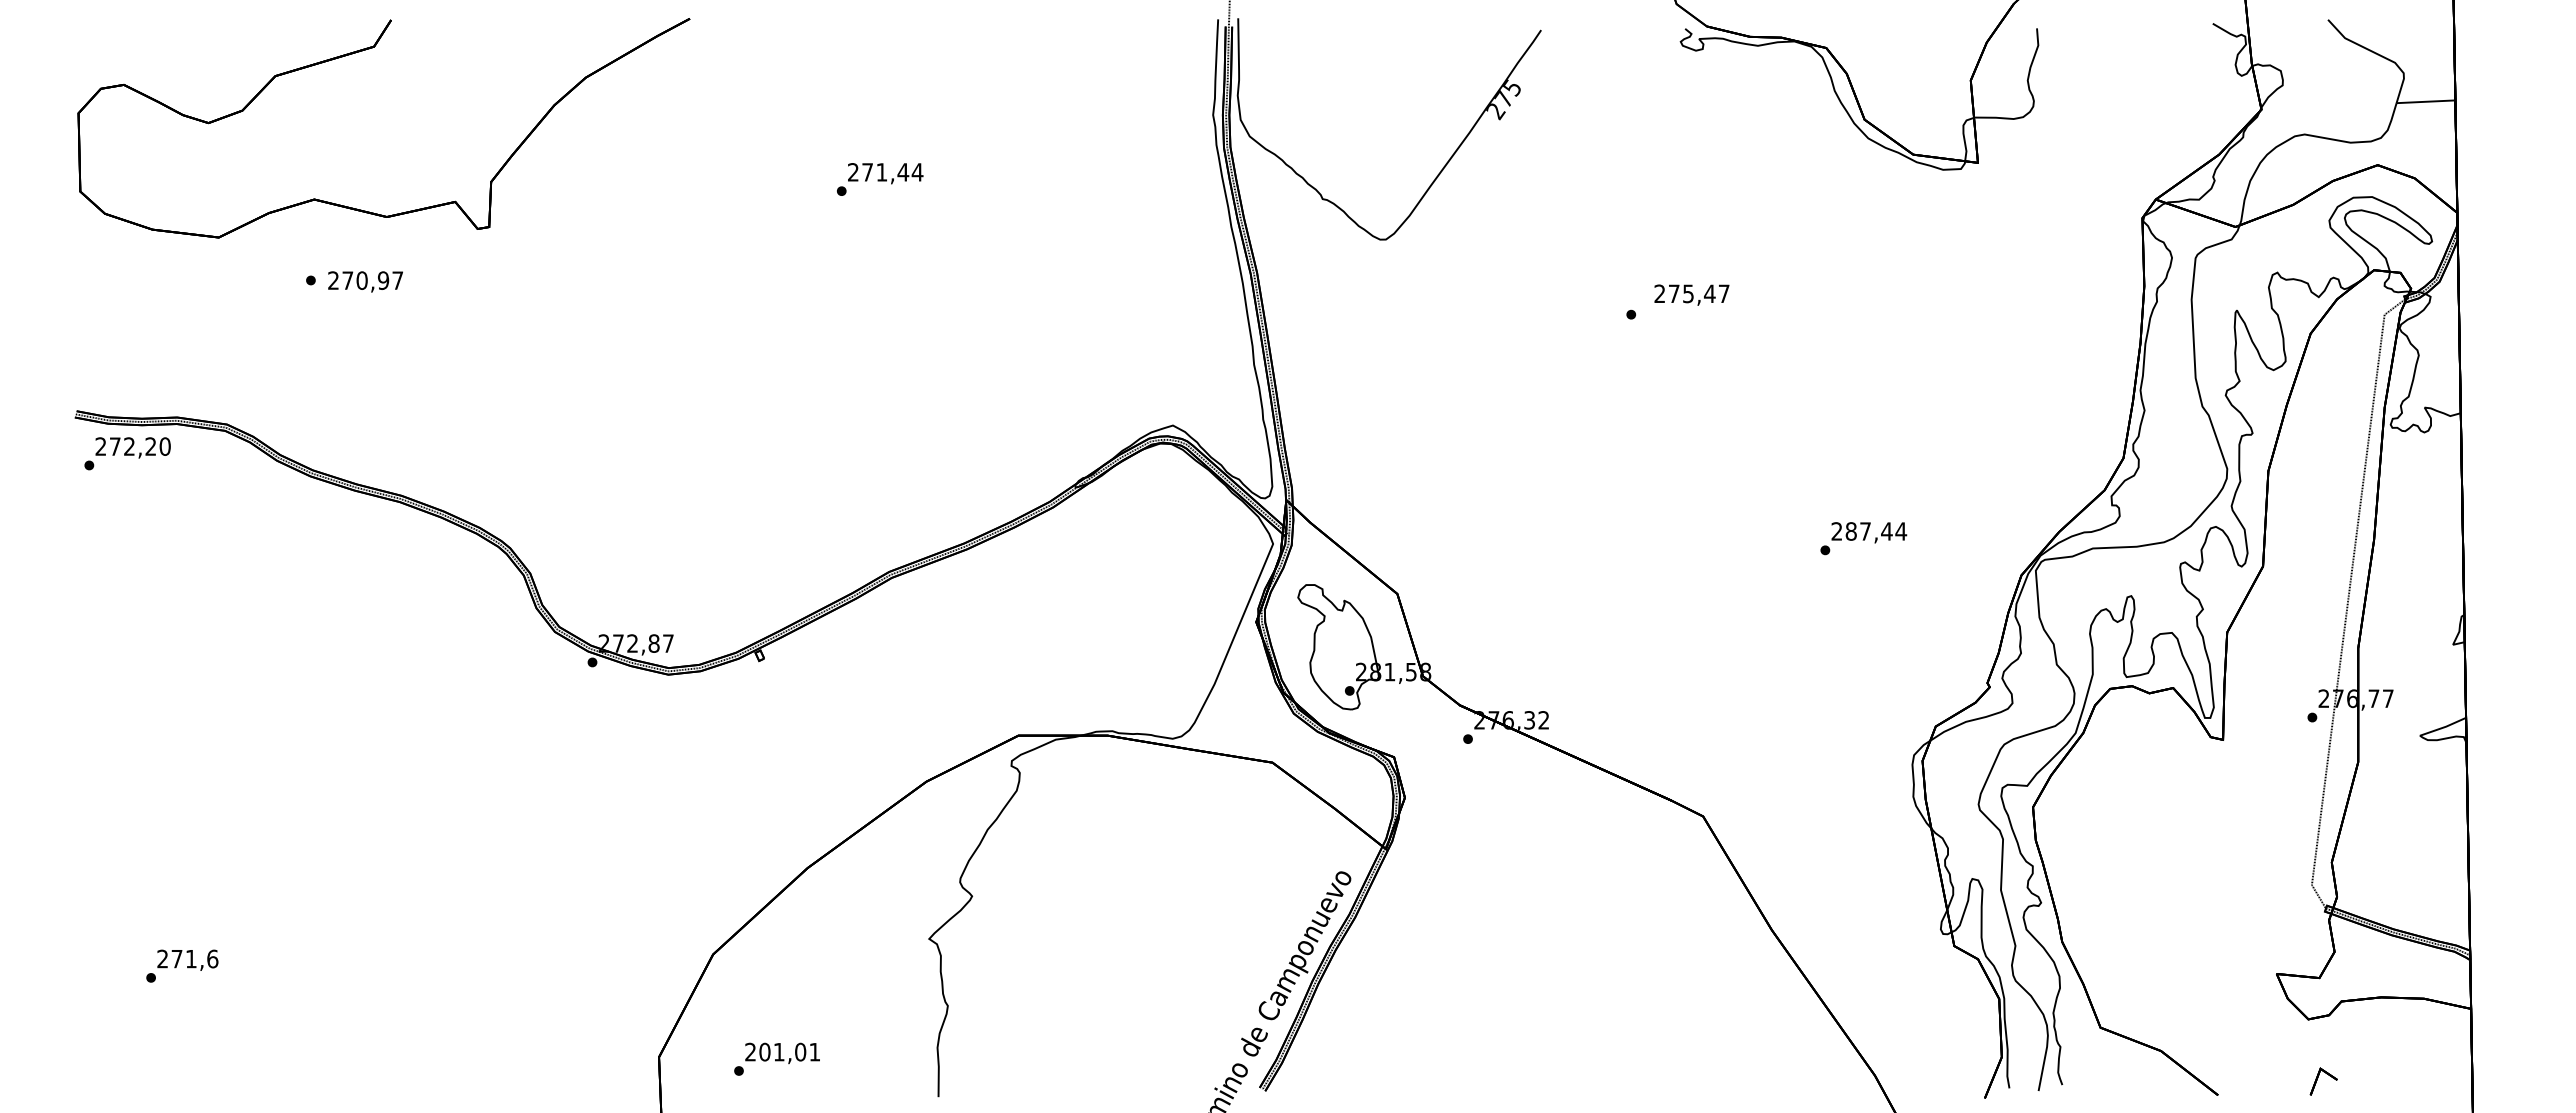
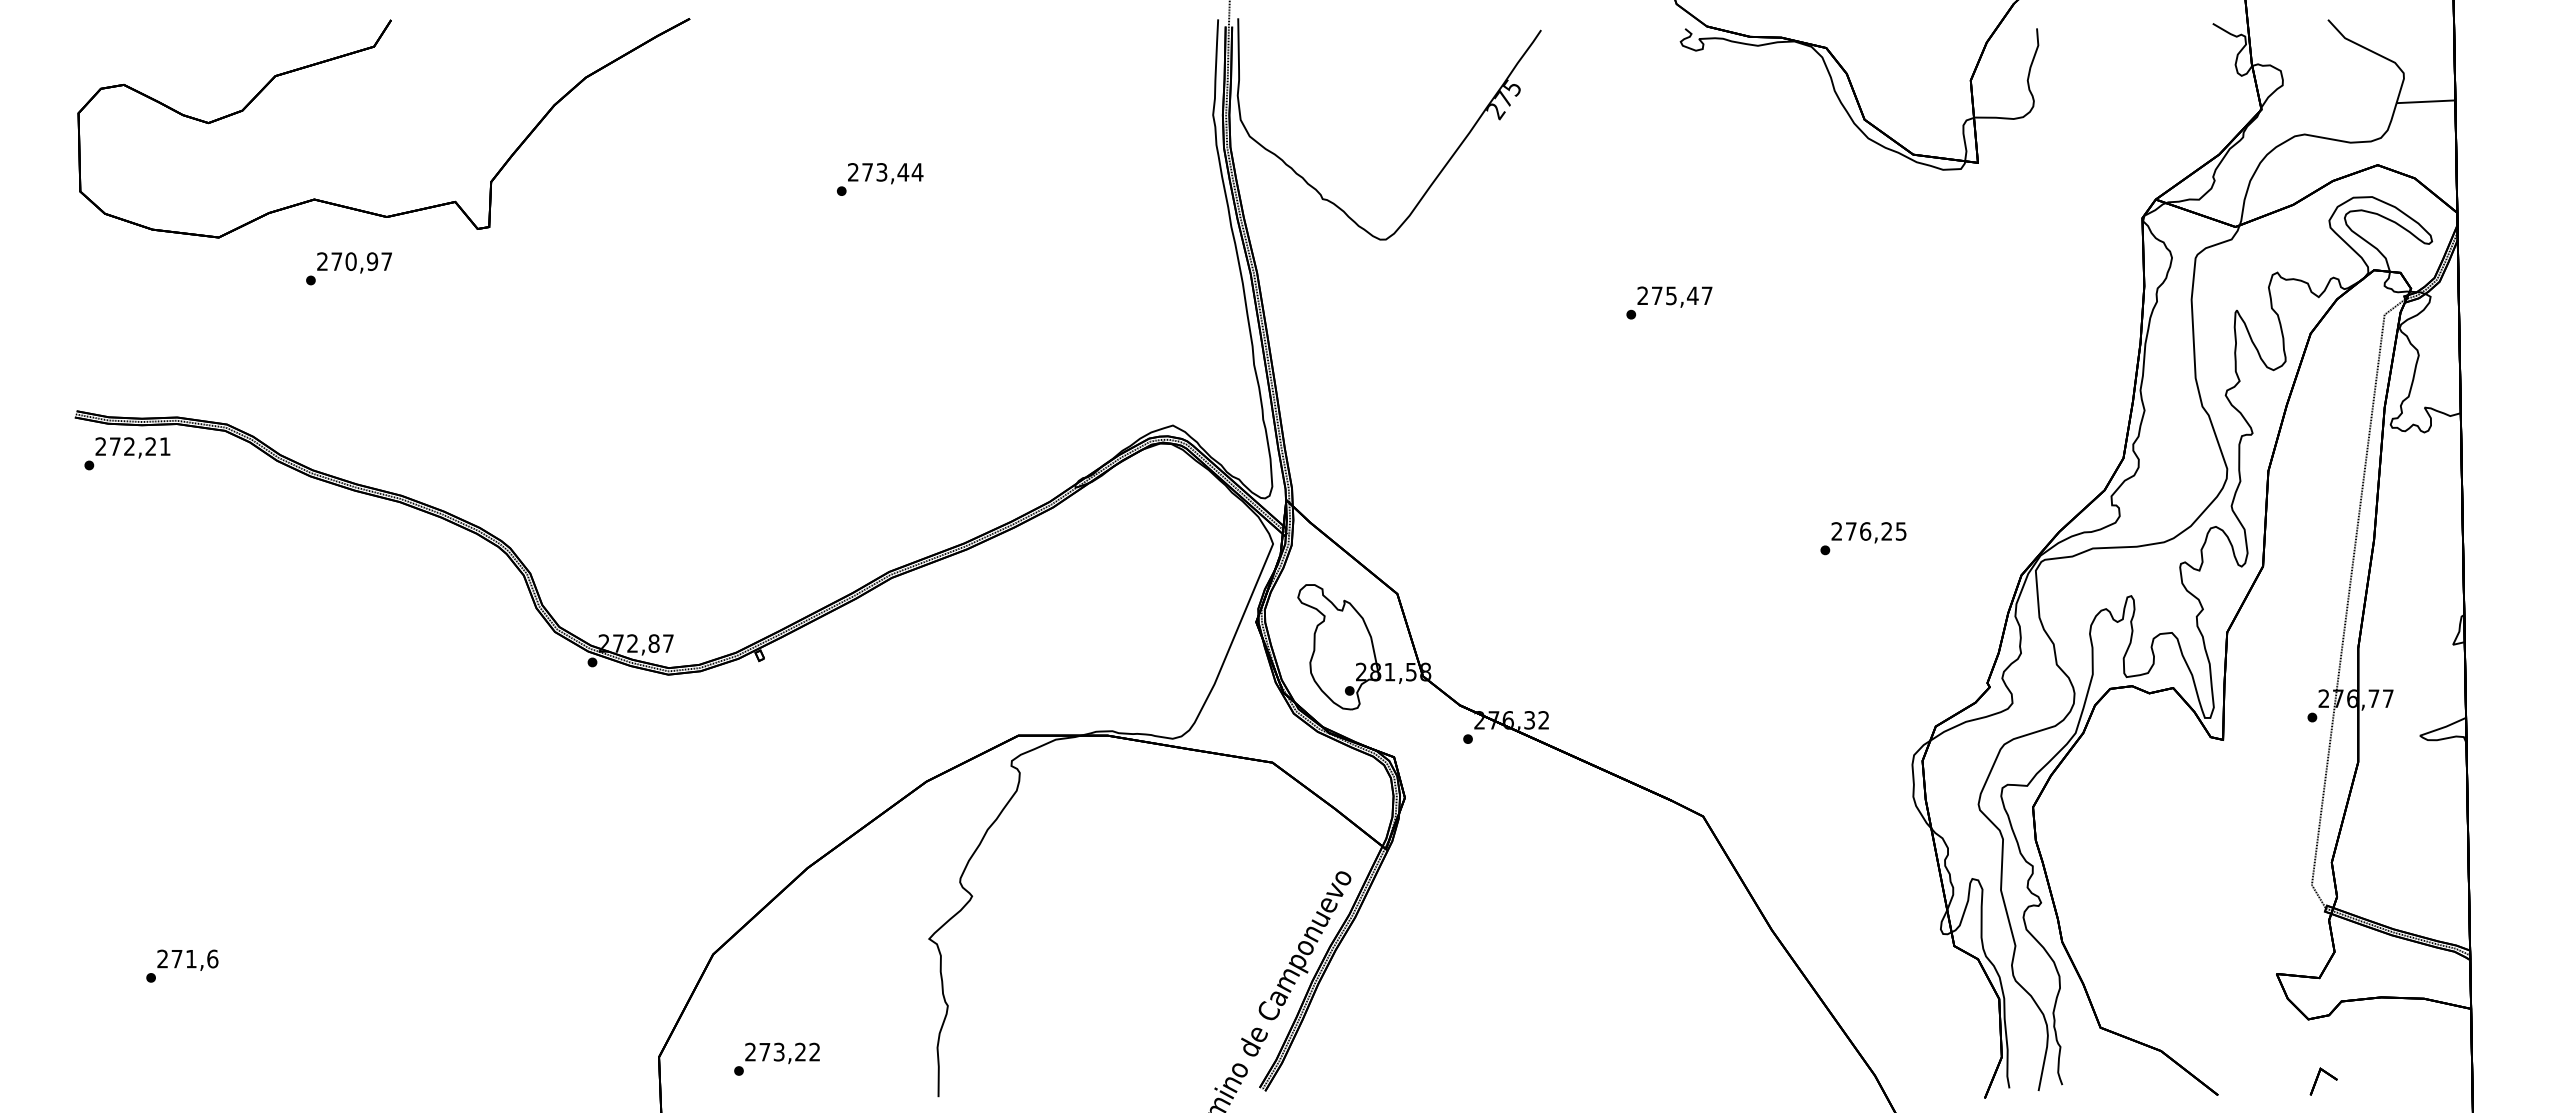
text at (881, 172): 271,44 -> 273,44
text at (365, 281) position: (365, 281) -> (354, 262)
text at (1691, 294) position: (1691, 294) -> (1674, 296)
text at (164, 446): 272,20 -> 272,21
text at (1876, 531): 287,44 -> 276,25
text at (789, 1051): 201,01 -> 273,22
